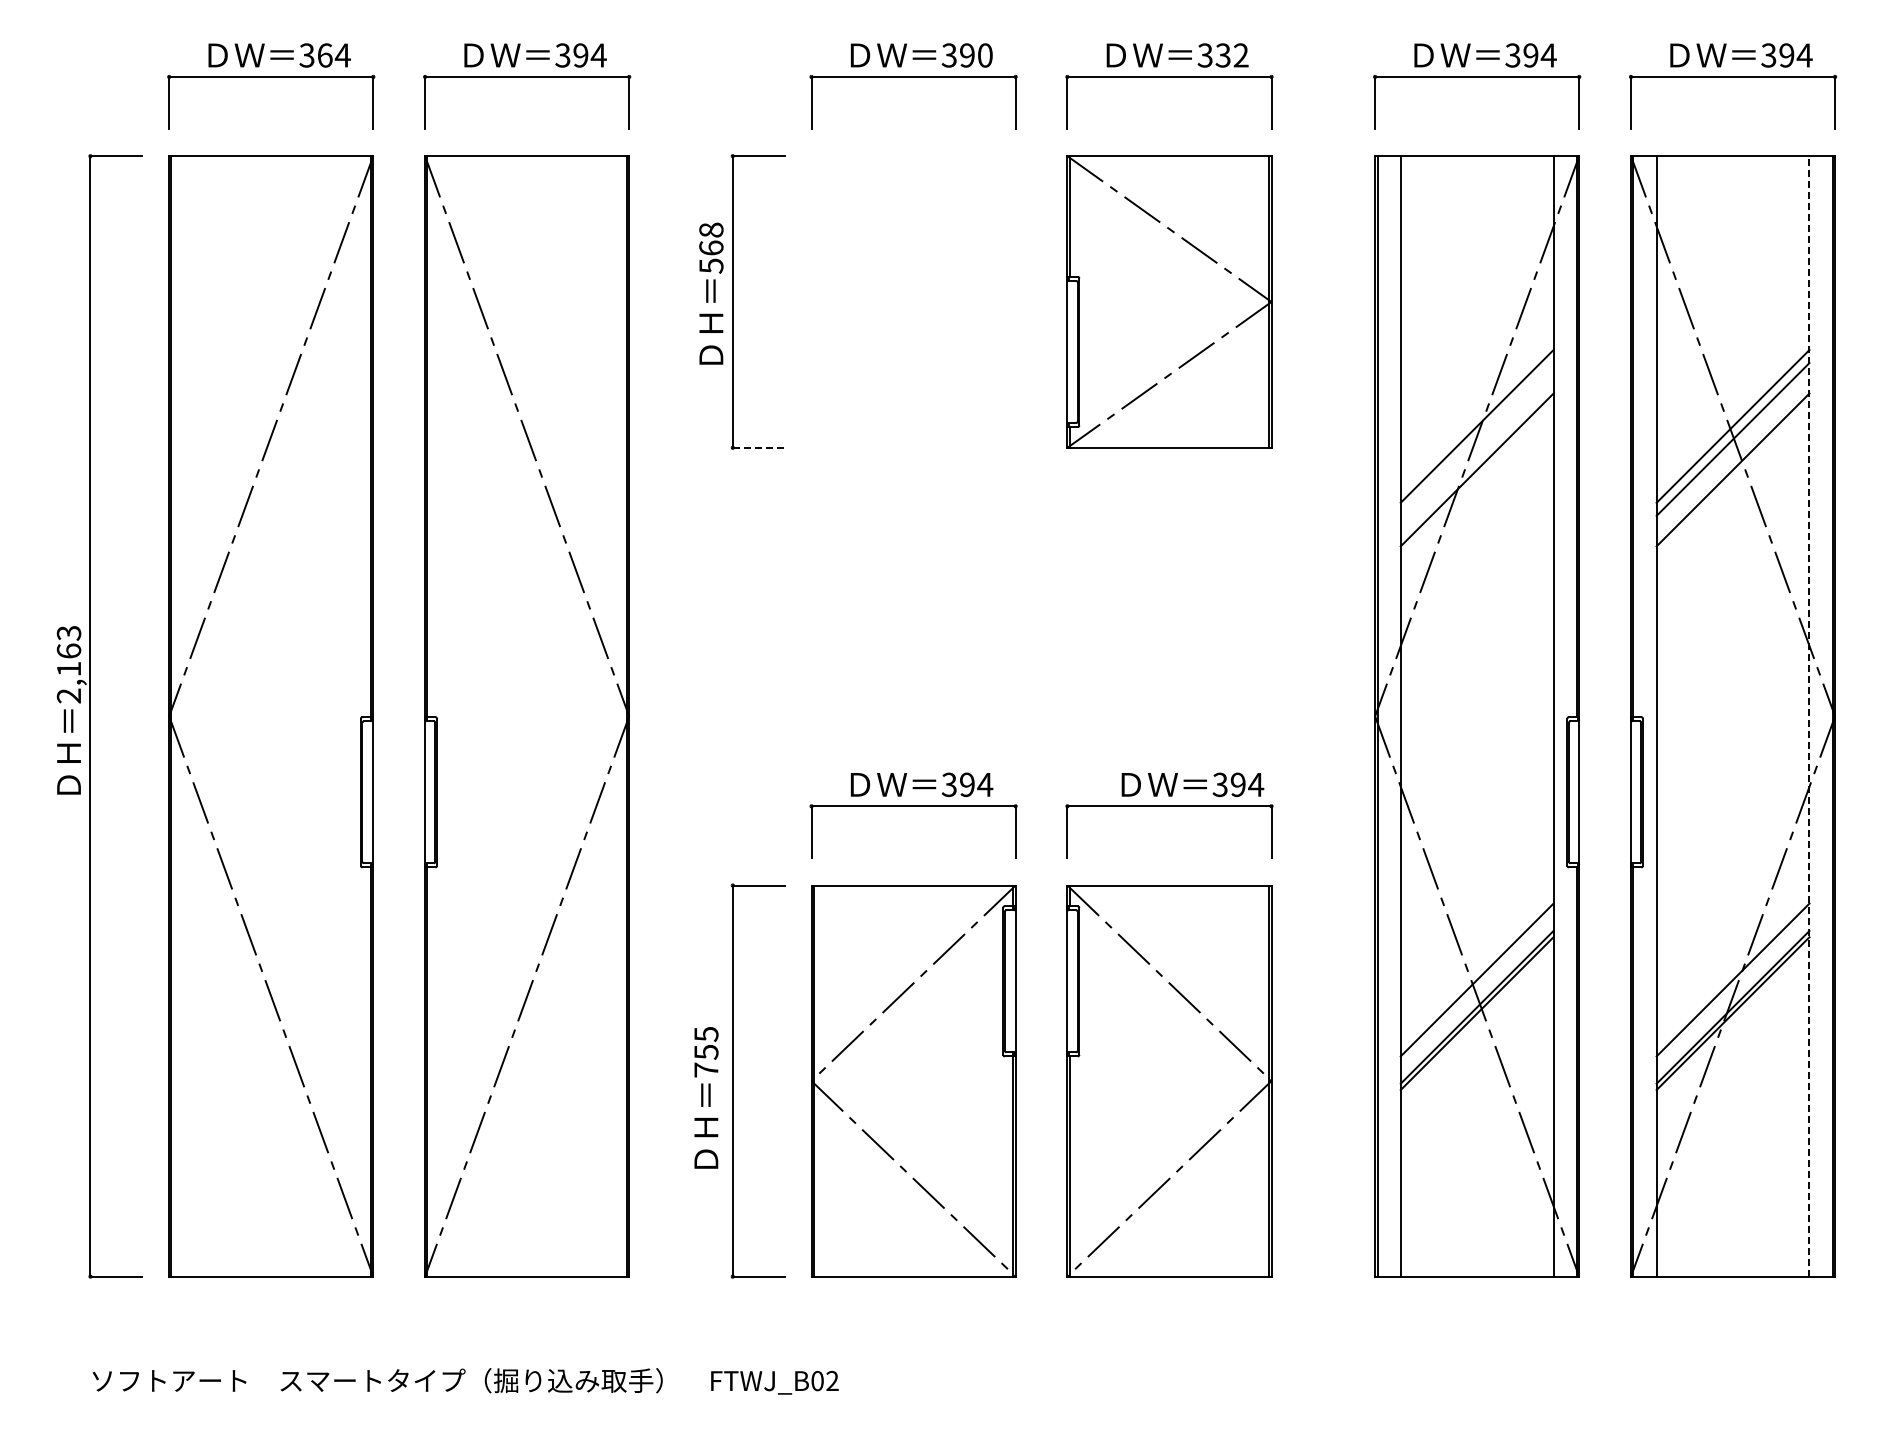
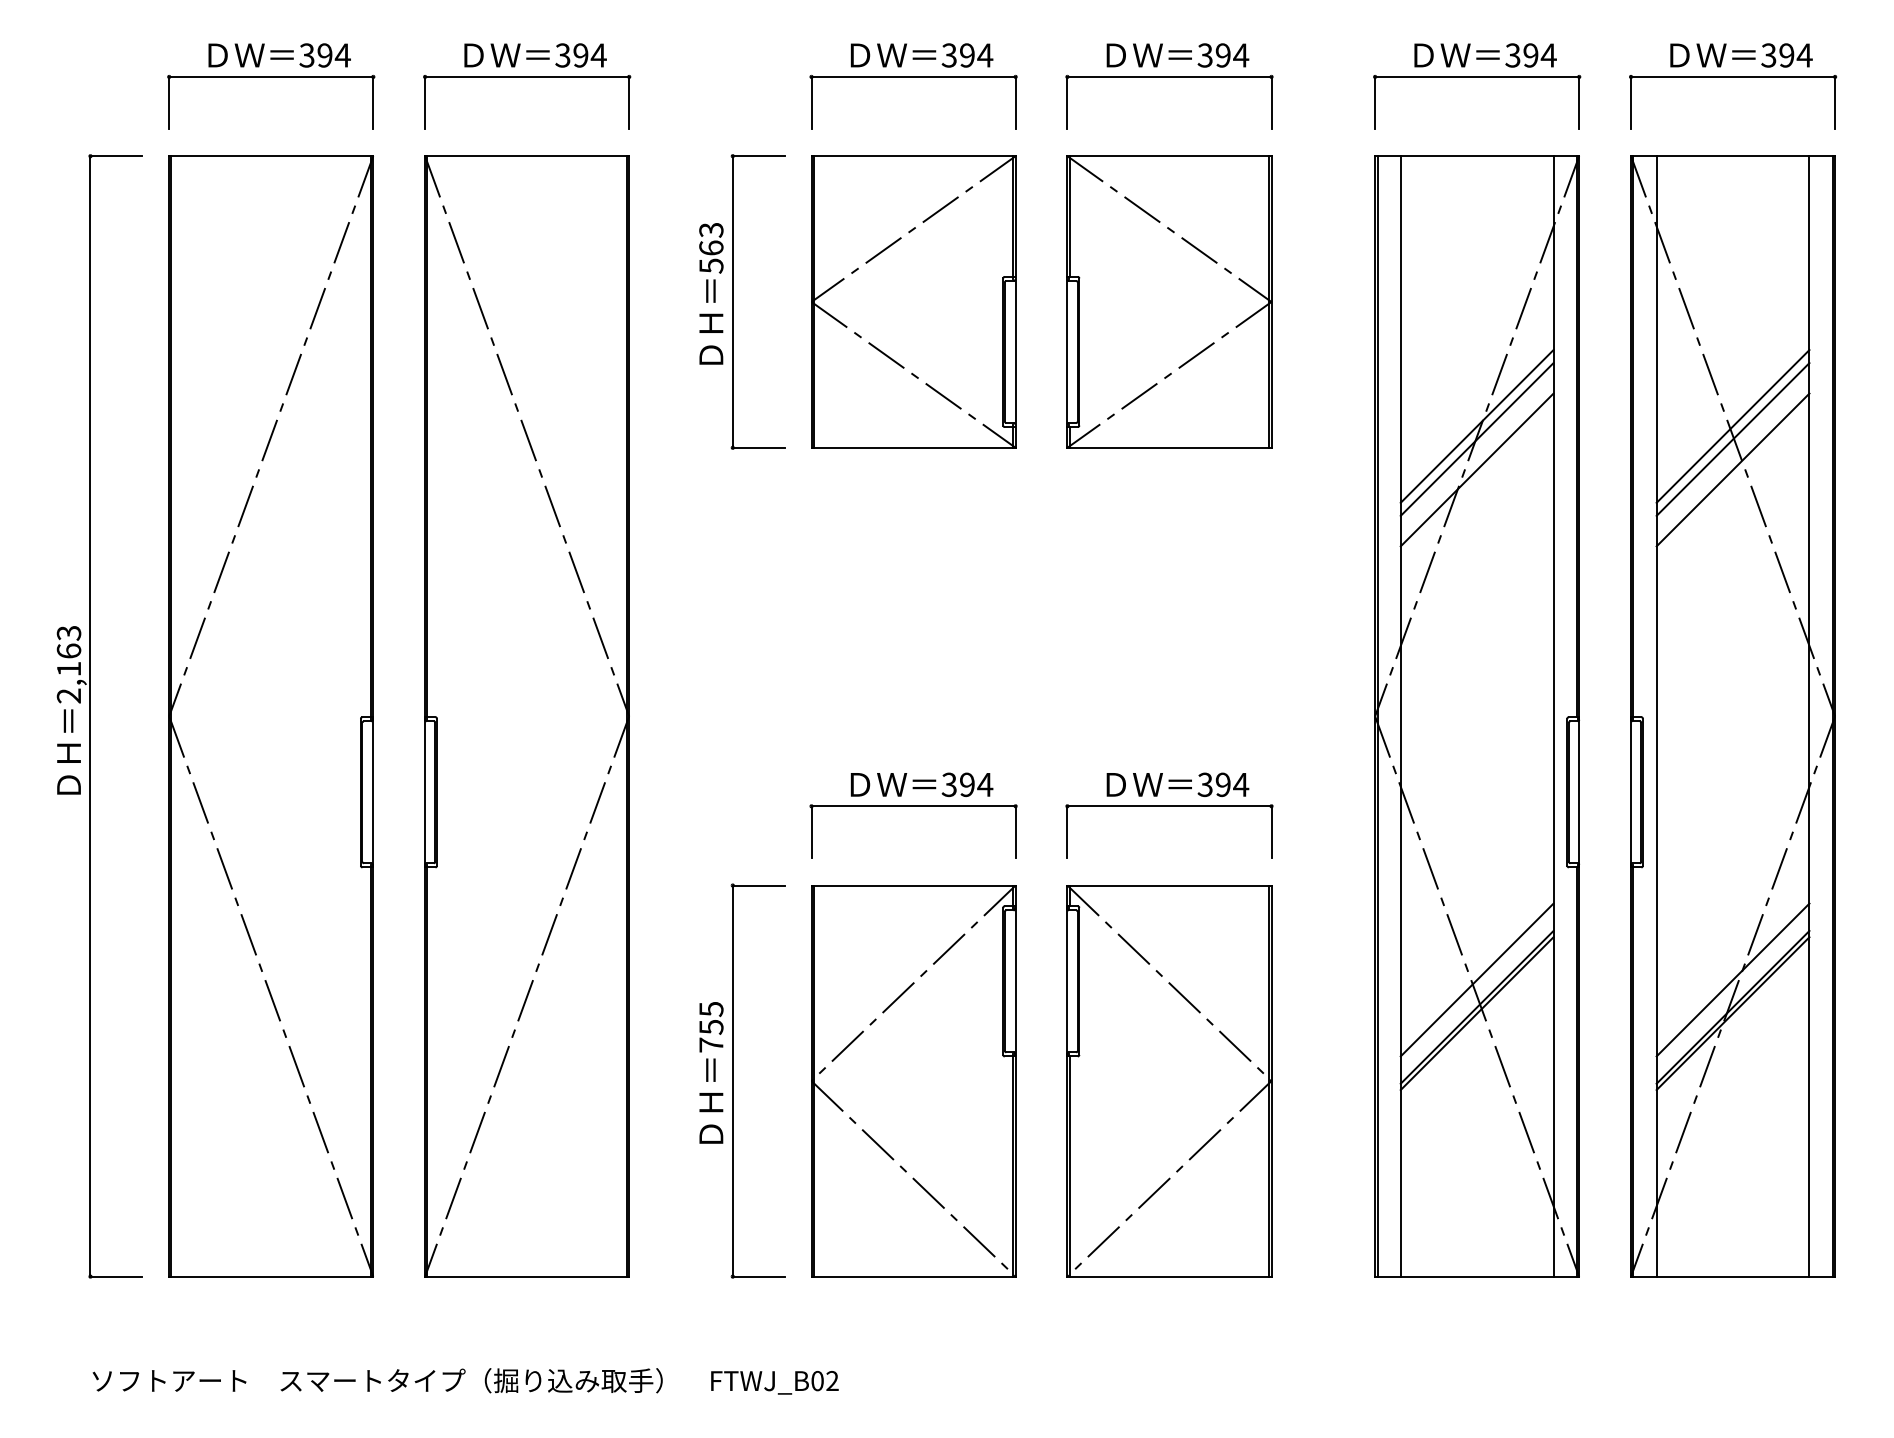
text at (324, 55): 364 -> 394
text at (985, 55): 390 -> 394
text at (1232, 55): 332 -> 394
text at (711, 229): 568 -> 563
part at (913, 301): none -> present
line at (1476, 439): none -> present
line at (758, 447): dashed -> solid
line at (1809, 715): dashed -> solid
text at (1192, 784) position: (1192, 784) -> (1177, 784)
text at (706, 1097) position: (706, 1097) -> (711, 1072)
